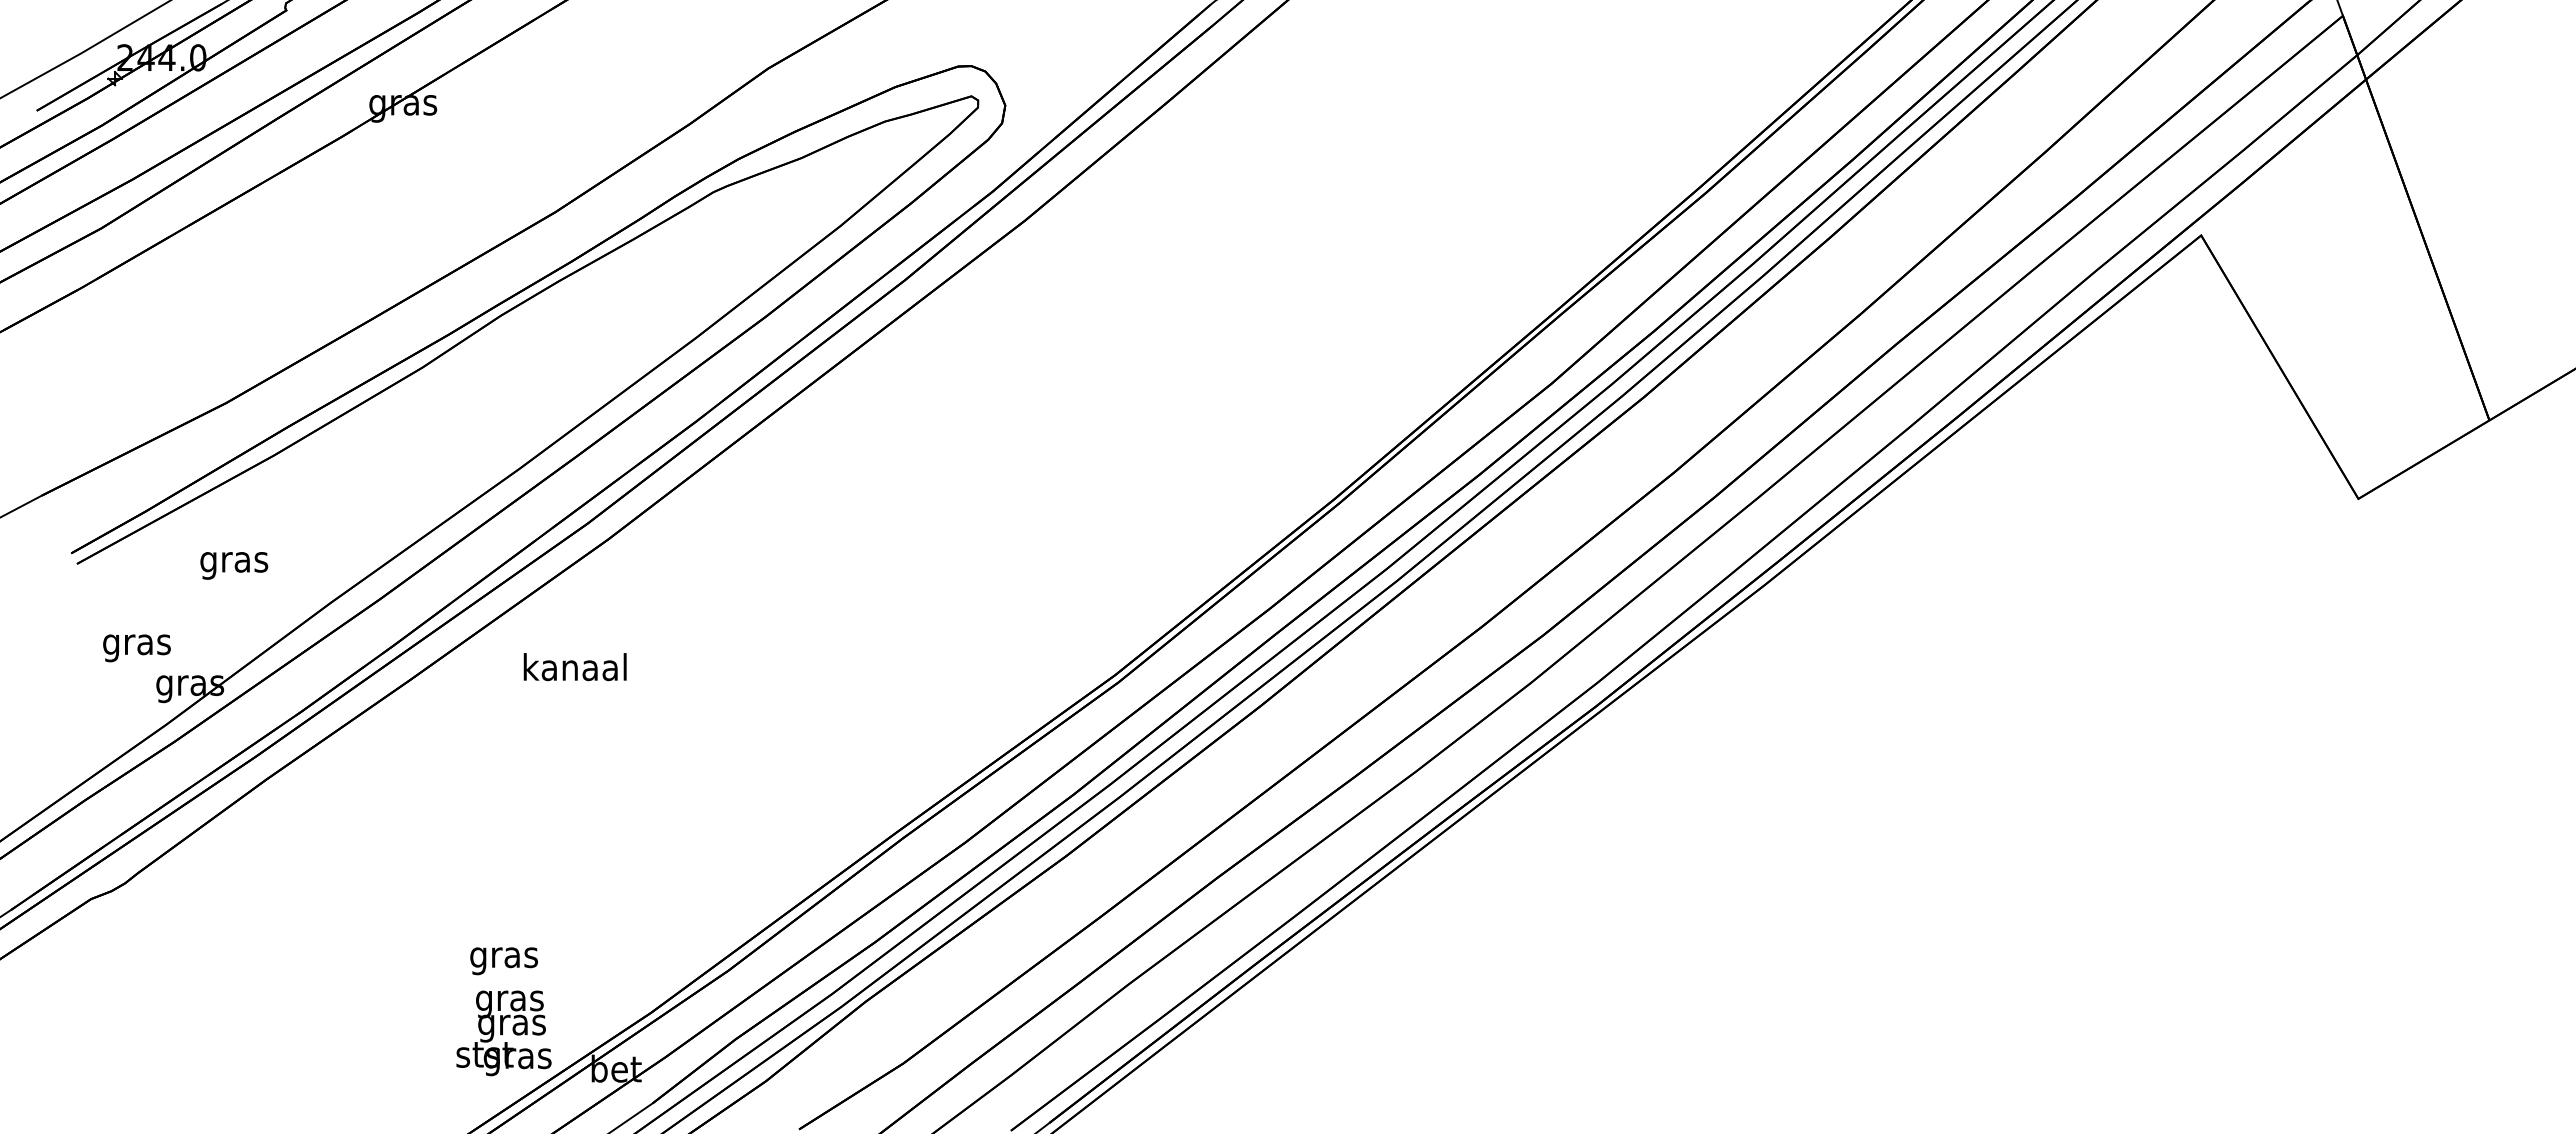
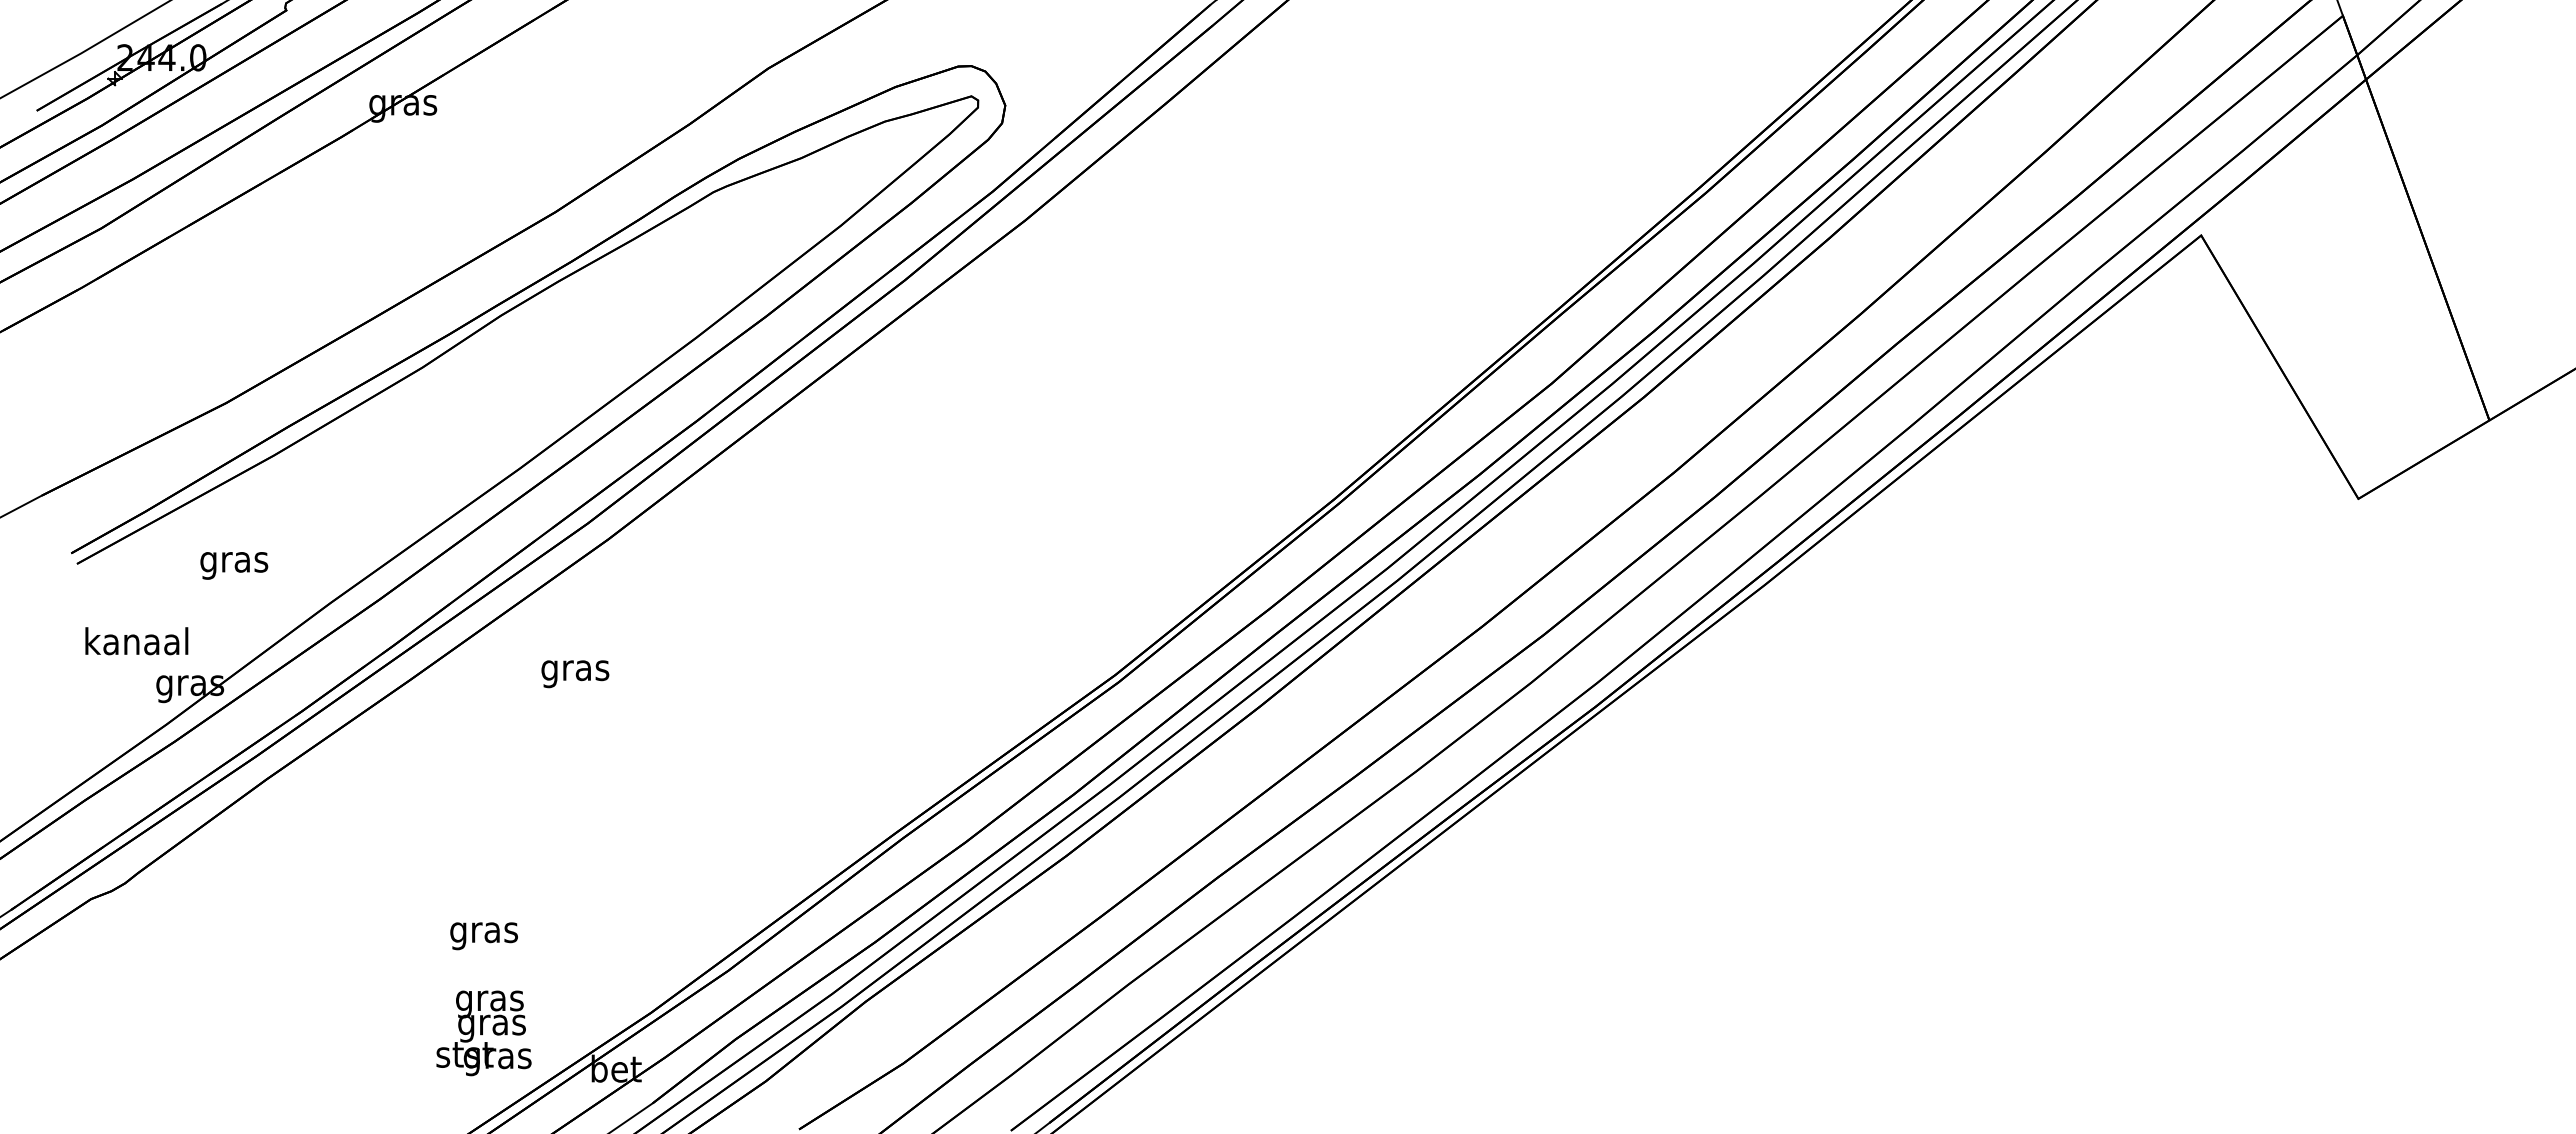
text at (136, 644): gras -> kanaal
text at (574, 670): kanaal -> gras
text at (503, 961) position: (503, 961) -> (483, 936)
text at (503, 1033) position: (503, 1033) -> (483, 1033)
